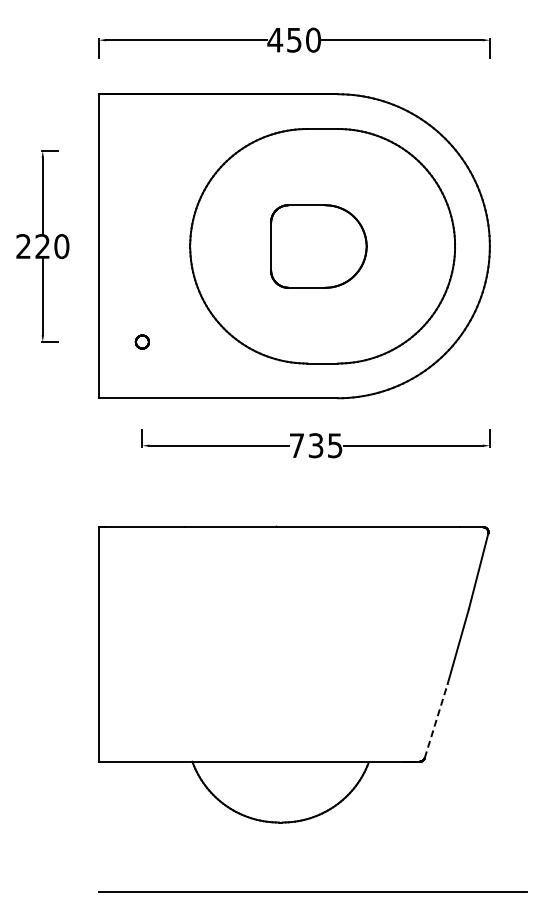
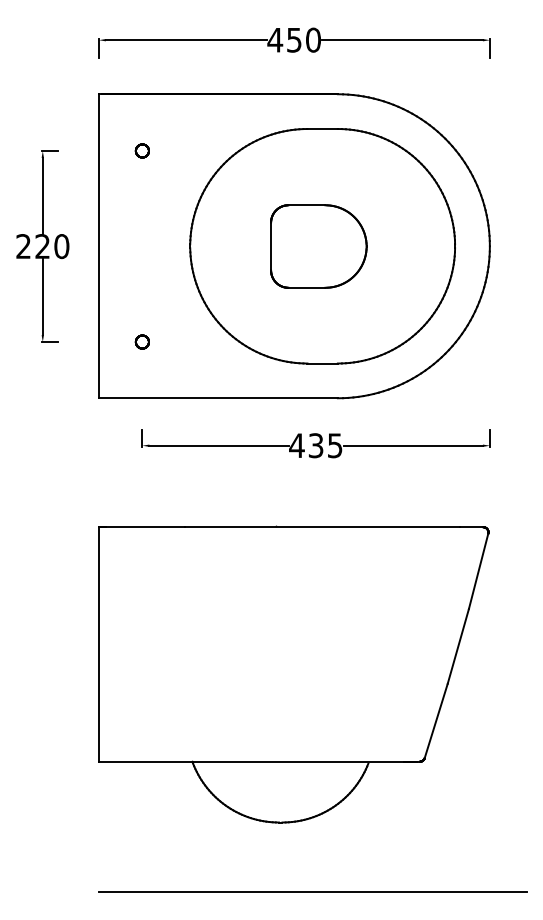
part at (141, 150): none -> present
text at (296, 445): 735 -> 435
line at (436, 720): dashed -> solid
